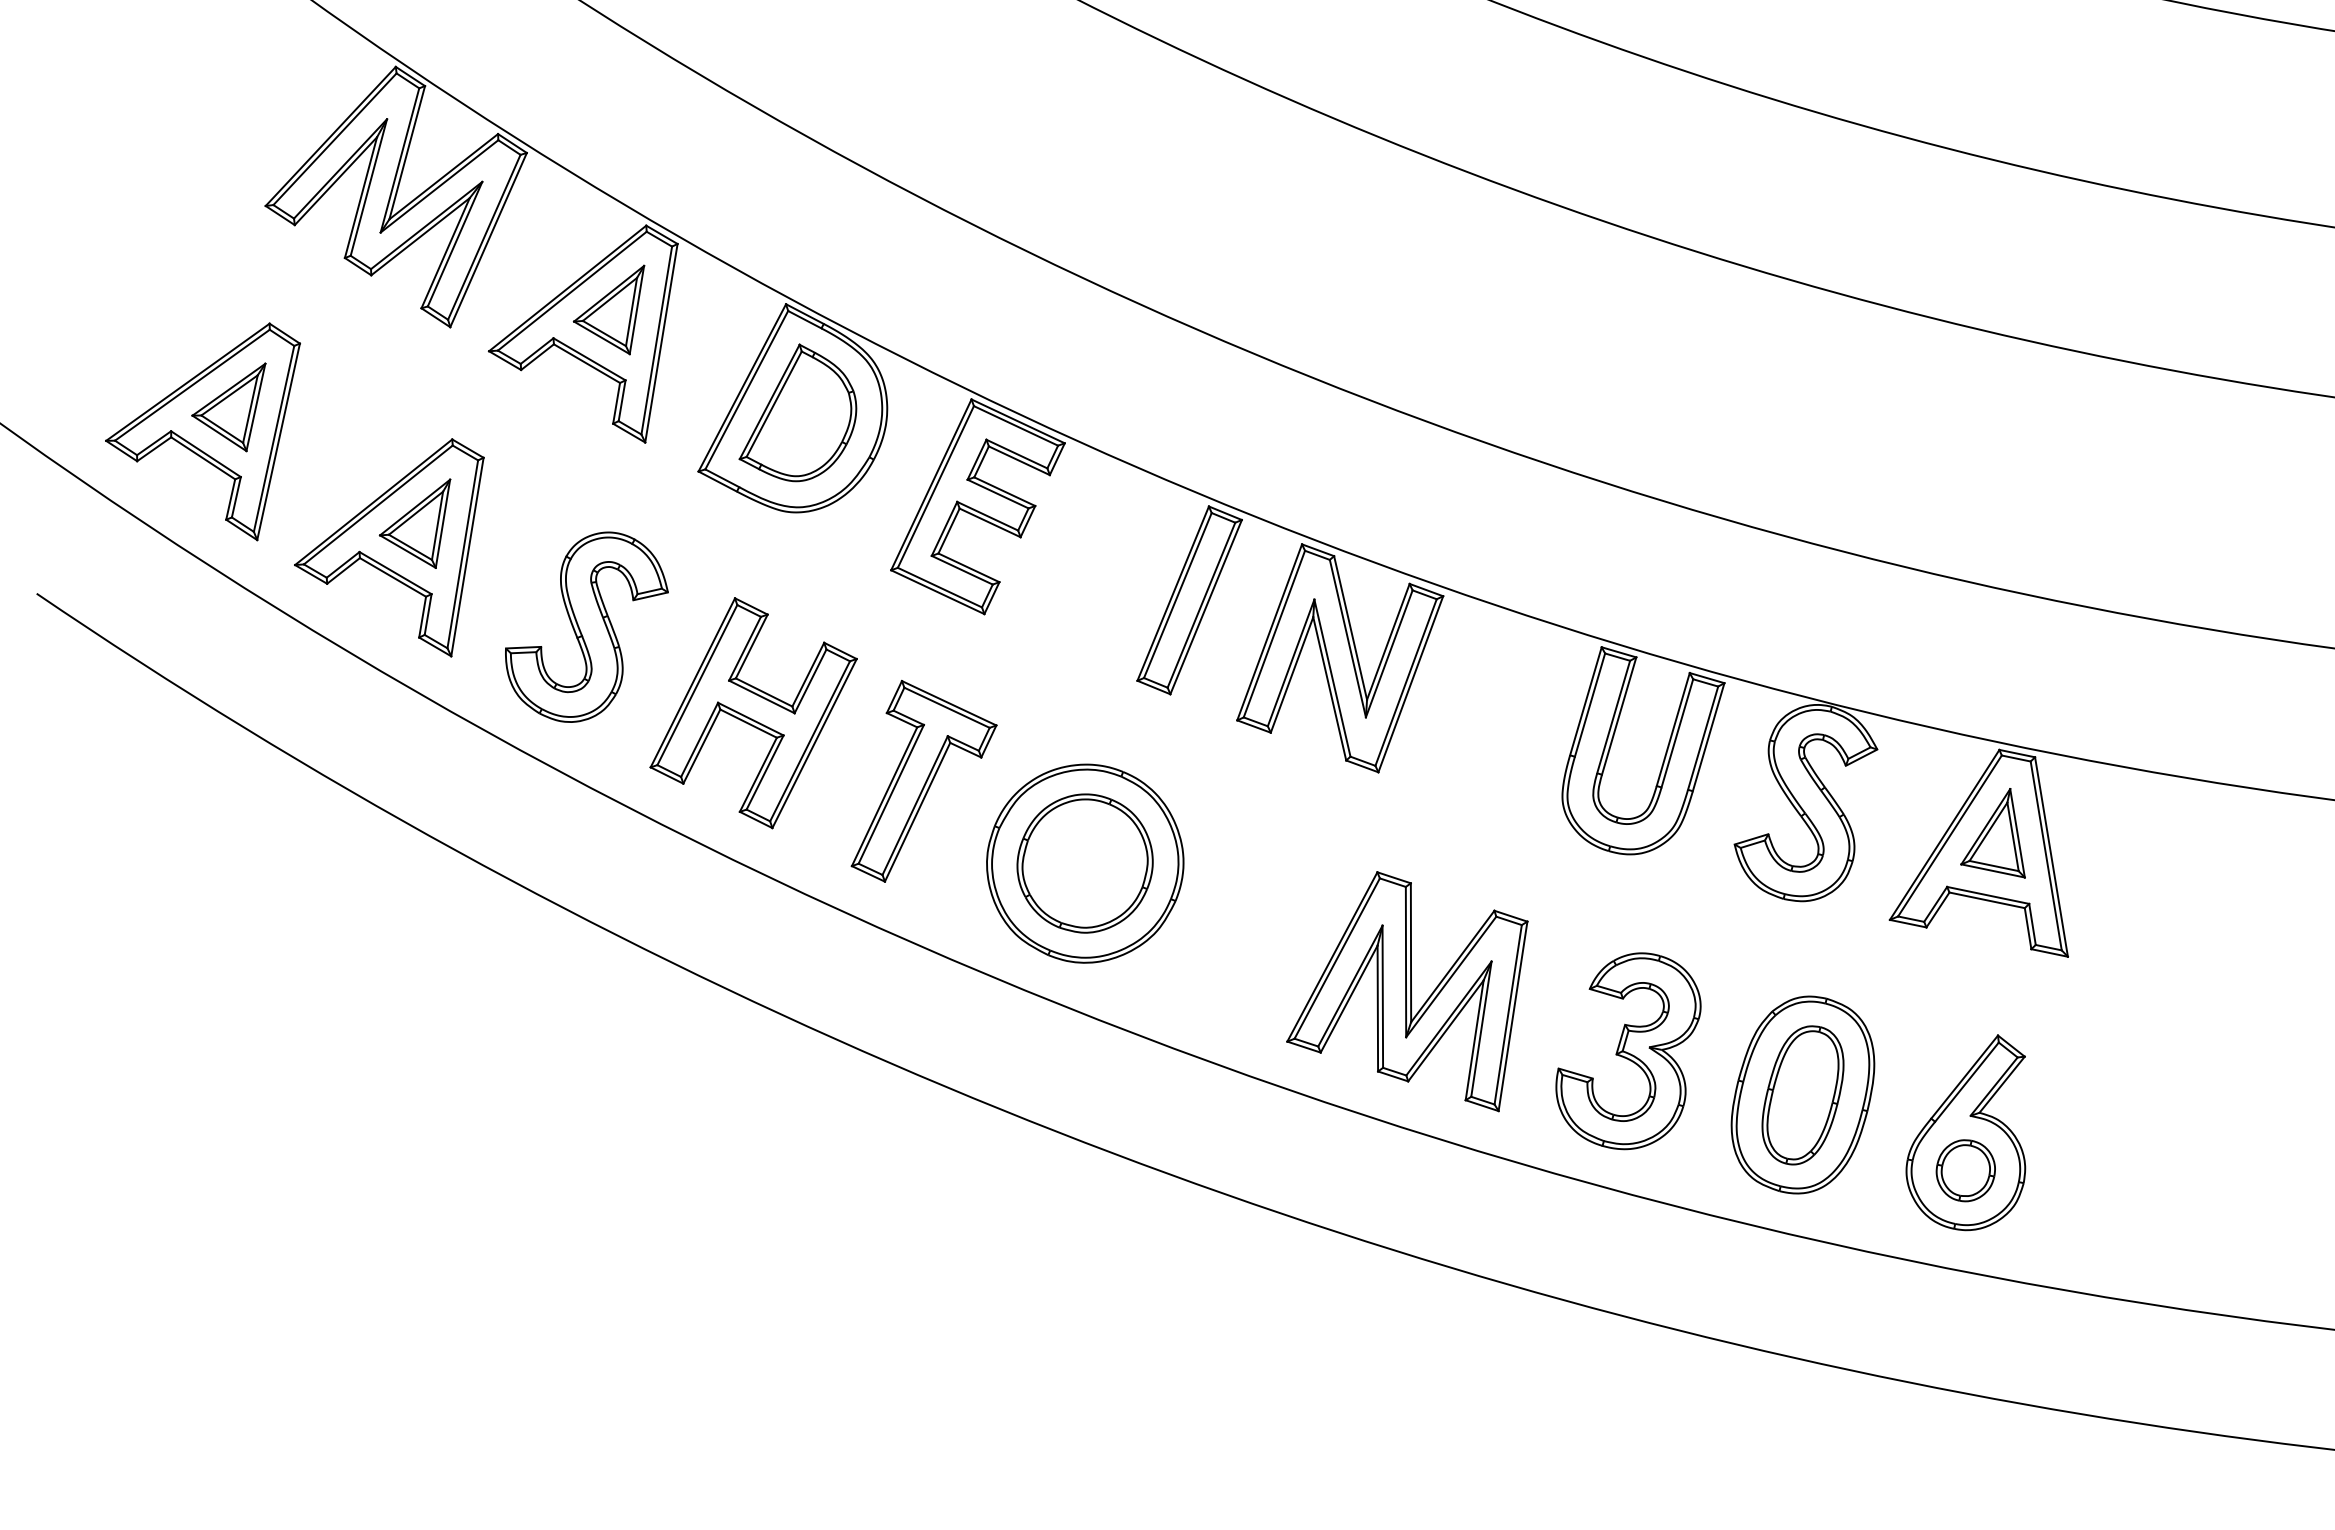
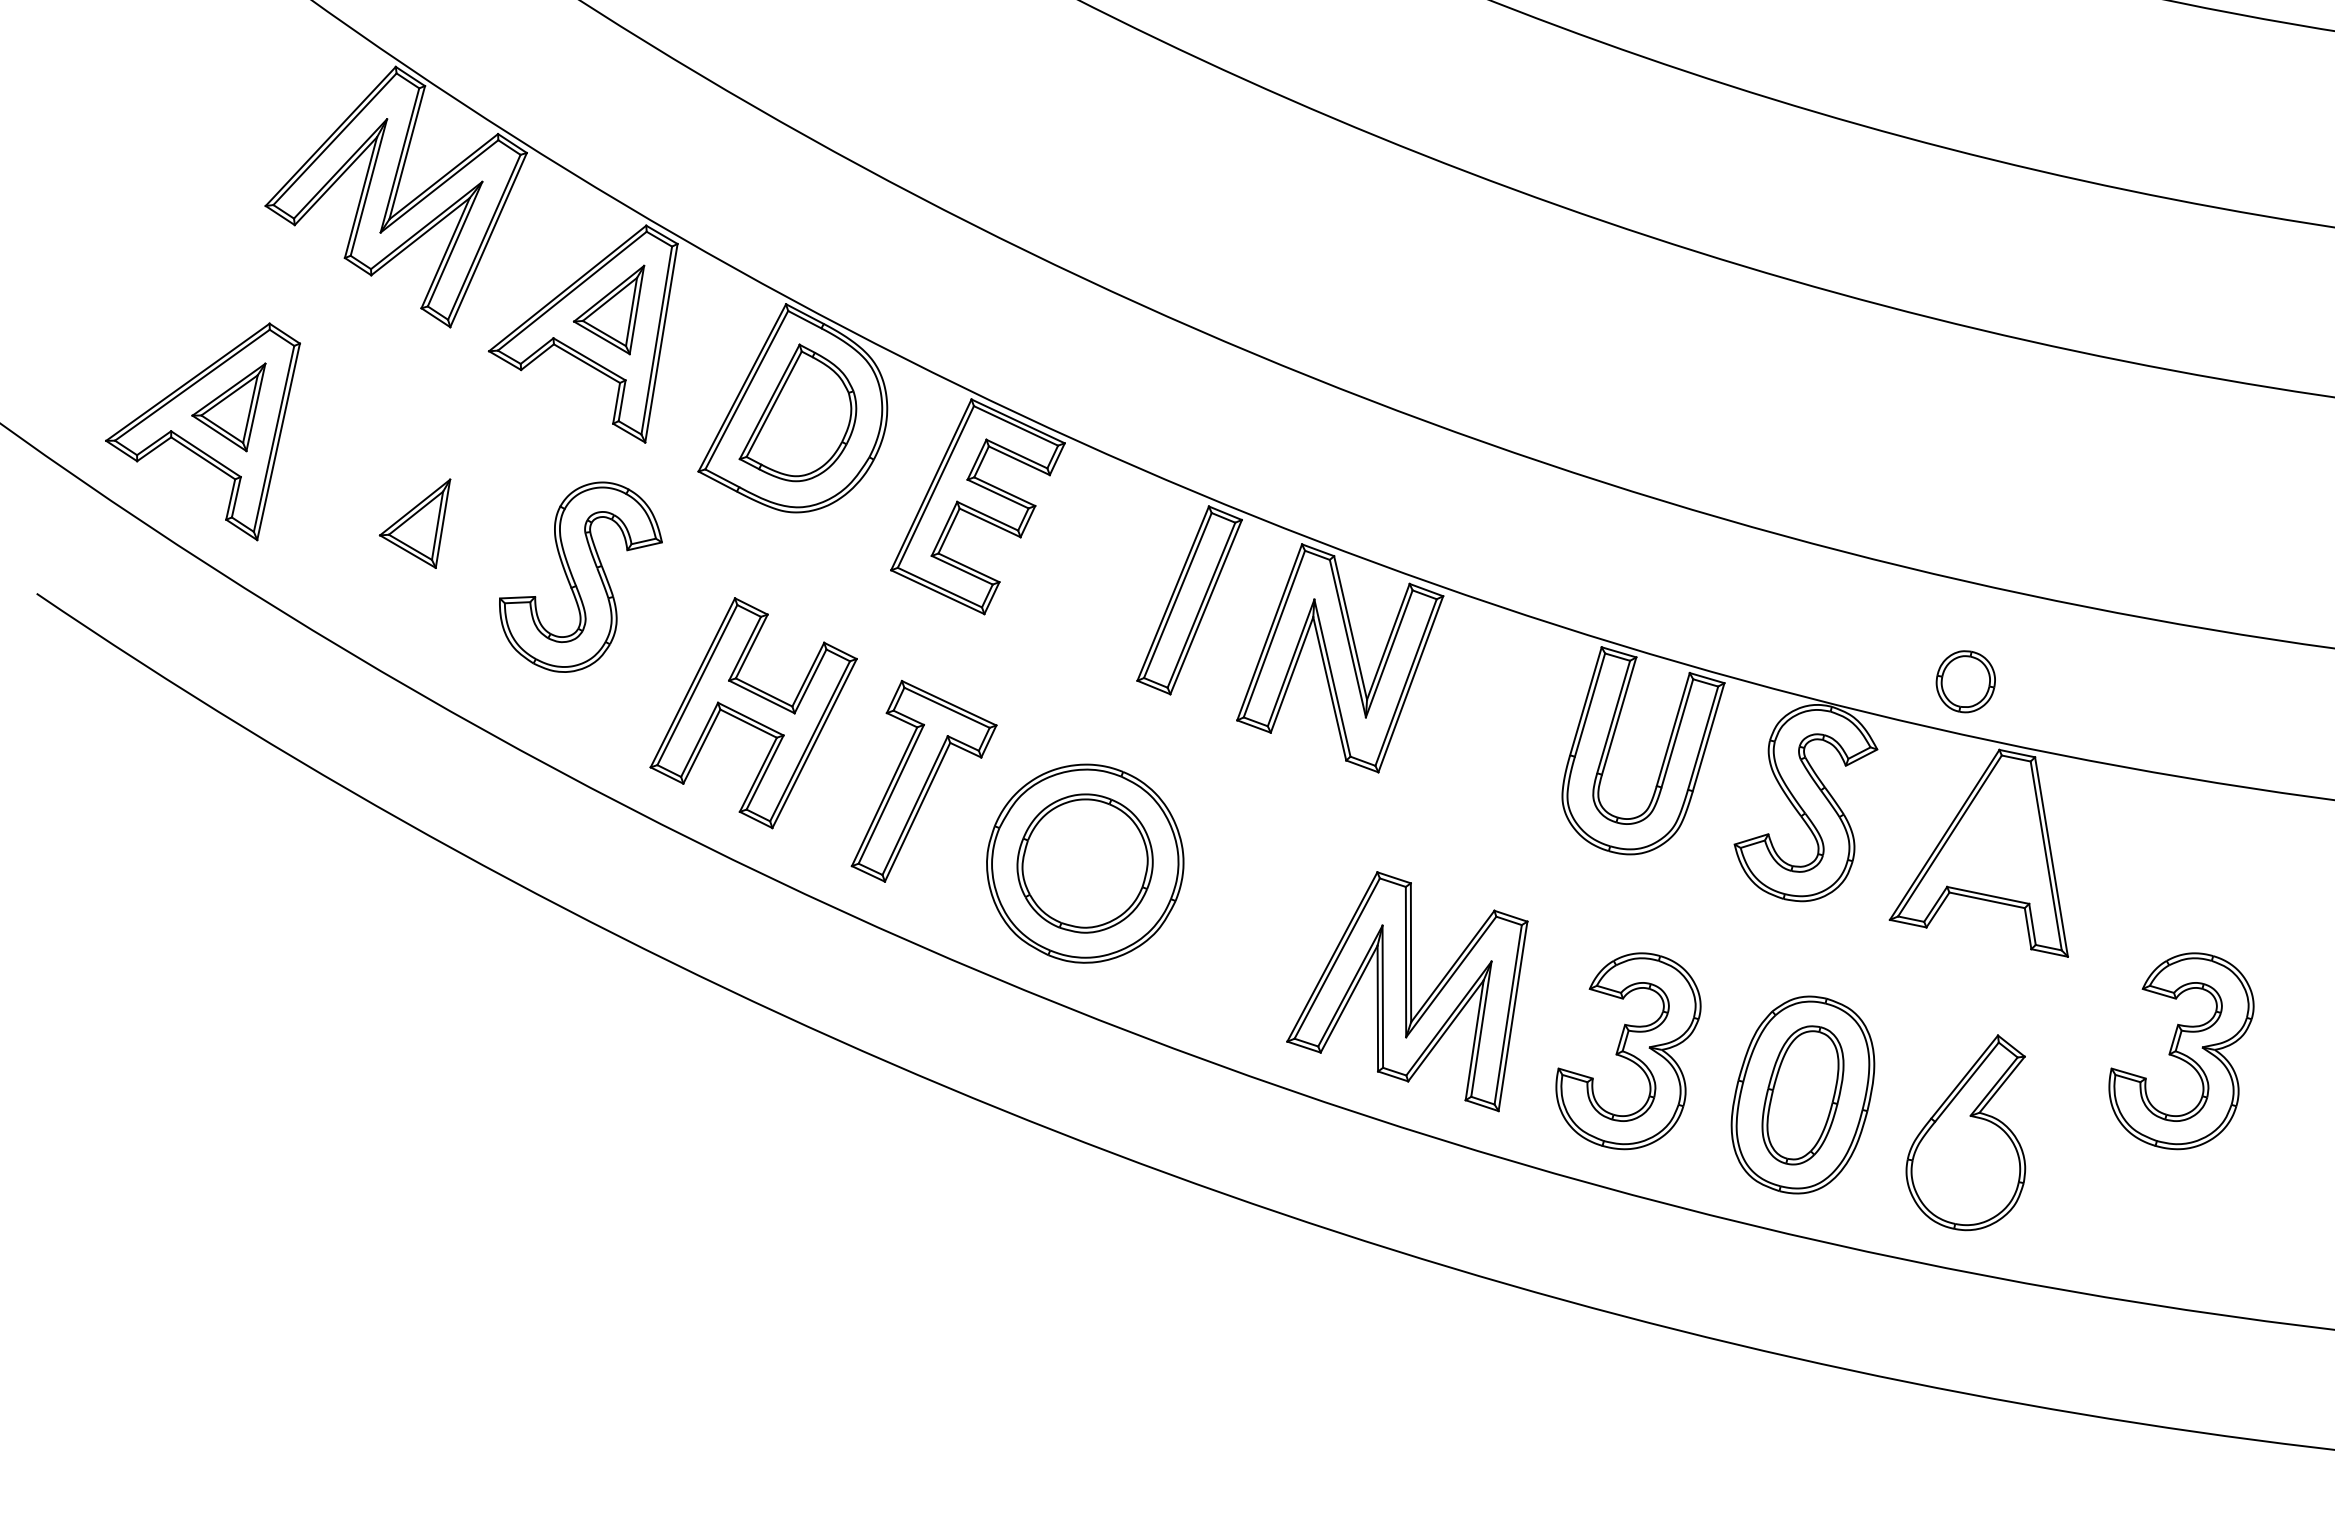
part at (389, 547): present -> none
part at (586, 626) position: (586, 626) -> (580, 576)
part at (1992, 833): present -> none
part at (2181, 1051): none -> present
part at (1965, 1170) position: (1965, 1170) -> (1965, 681)
